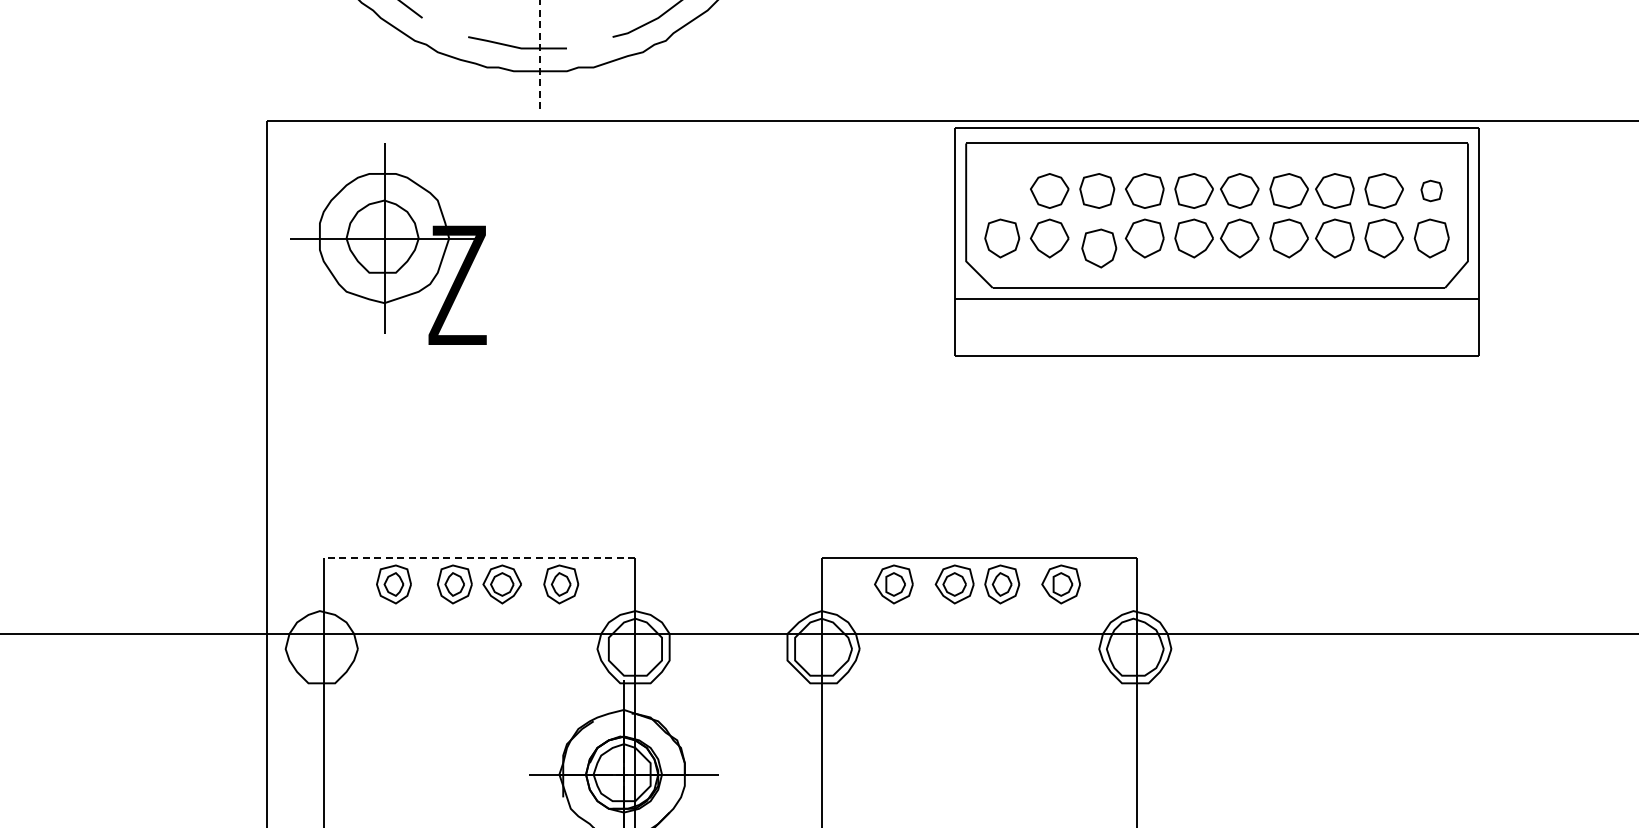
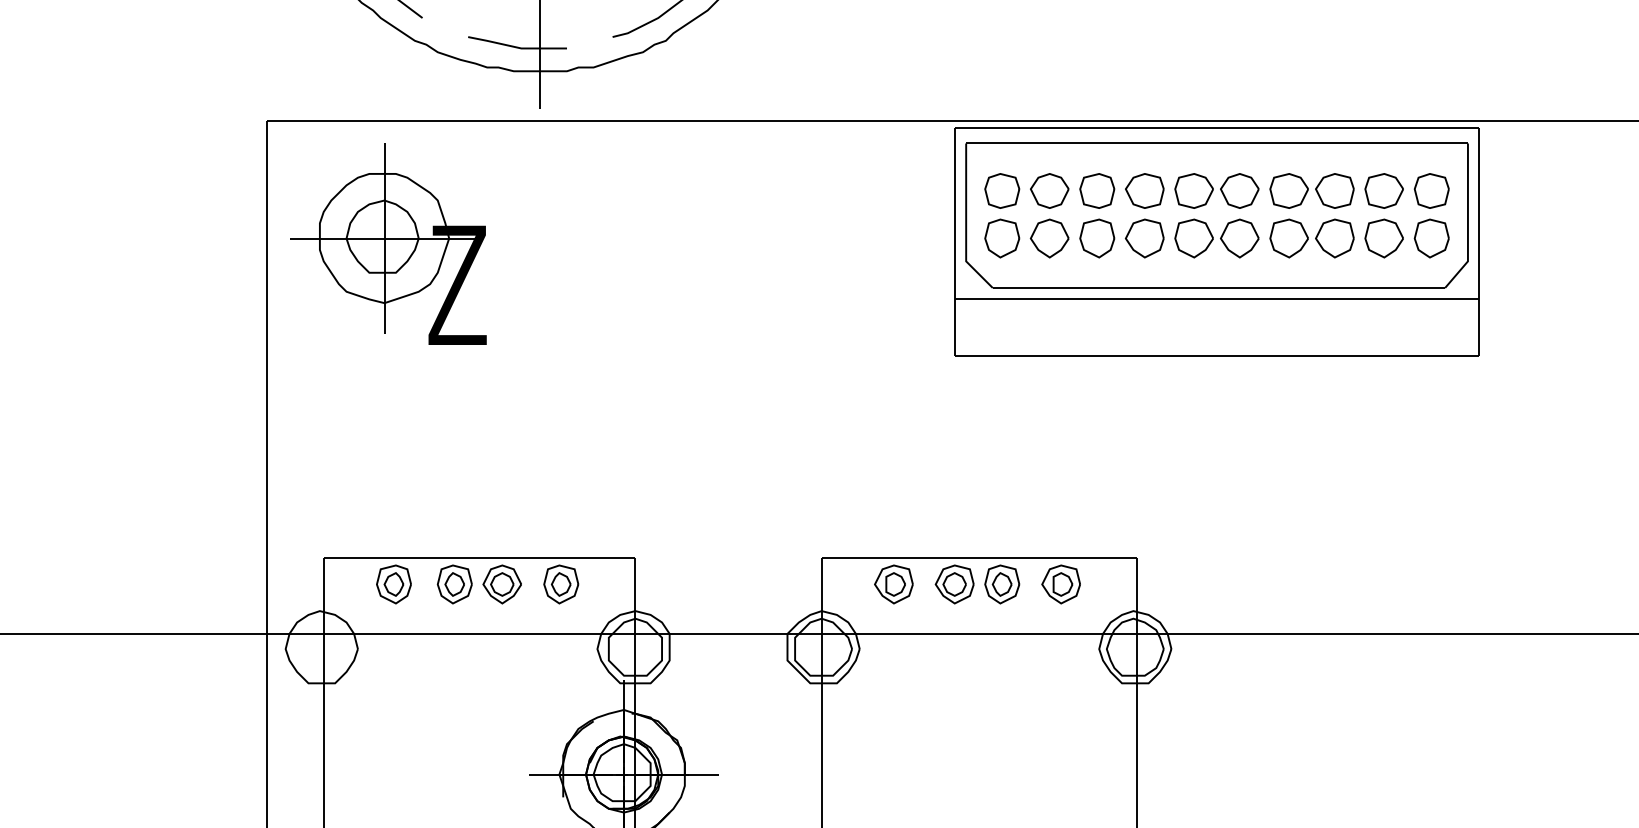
line at (540, 54): dashed -> solid
part at (1002, 190): none -> present
part at (1431, 190) size: 23x24 px -> 37x36 px
part at (1099, 248) position: (1099, 248) -> (1097, 238)
line at (479, 557): dashed -> solid
